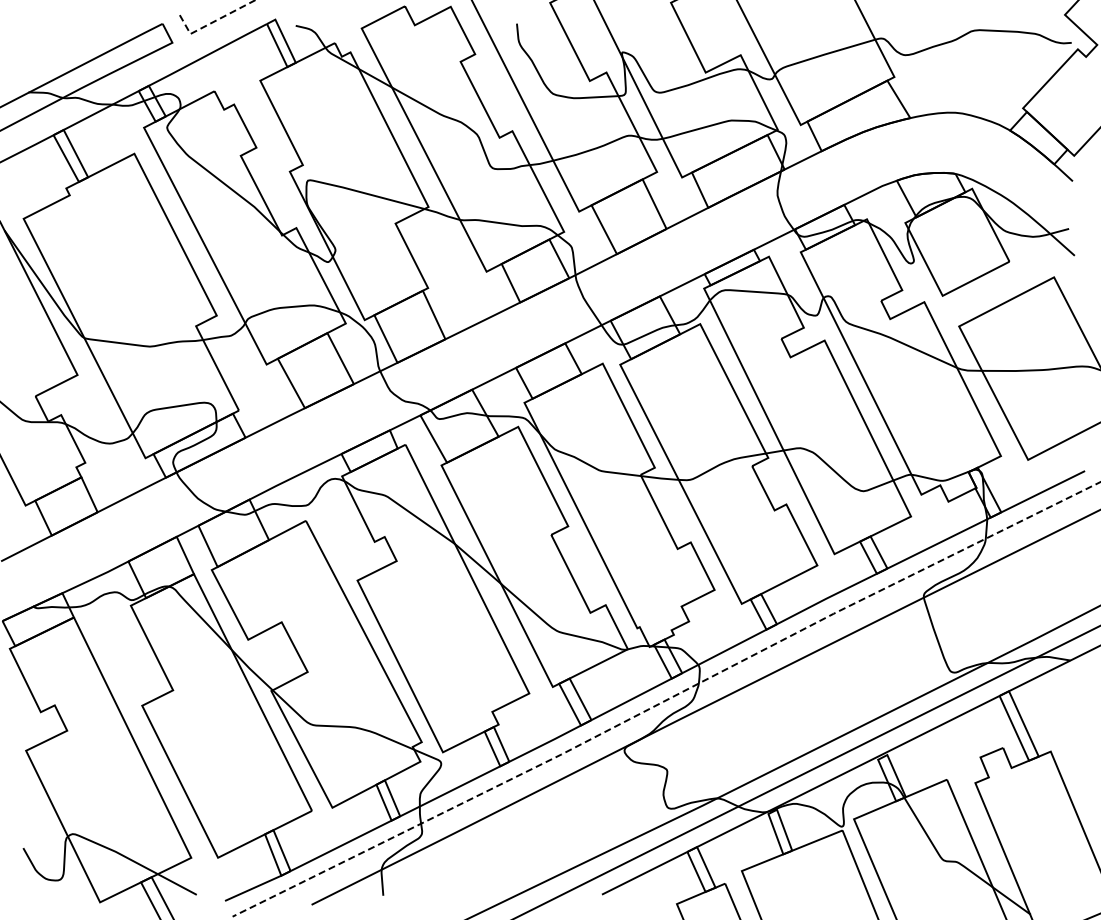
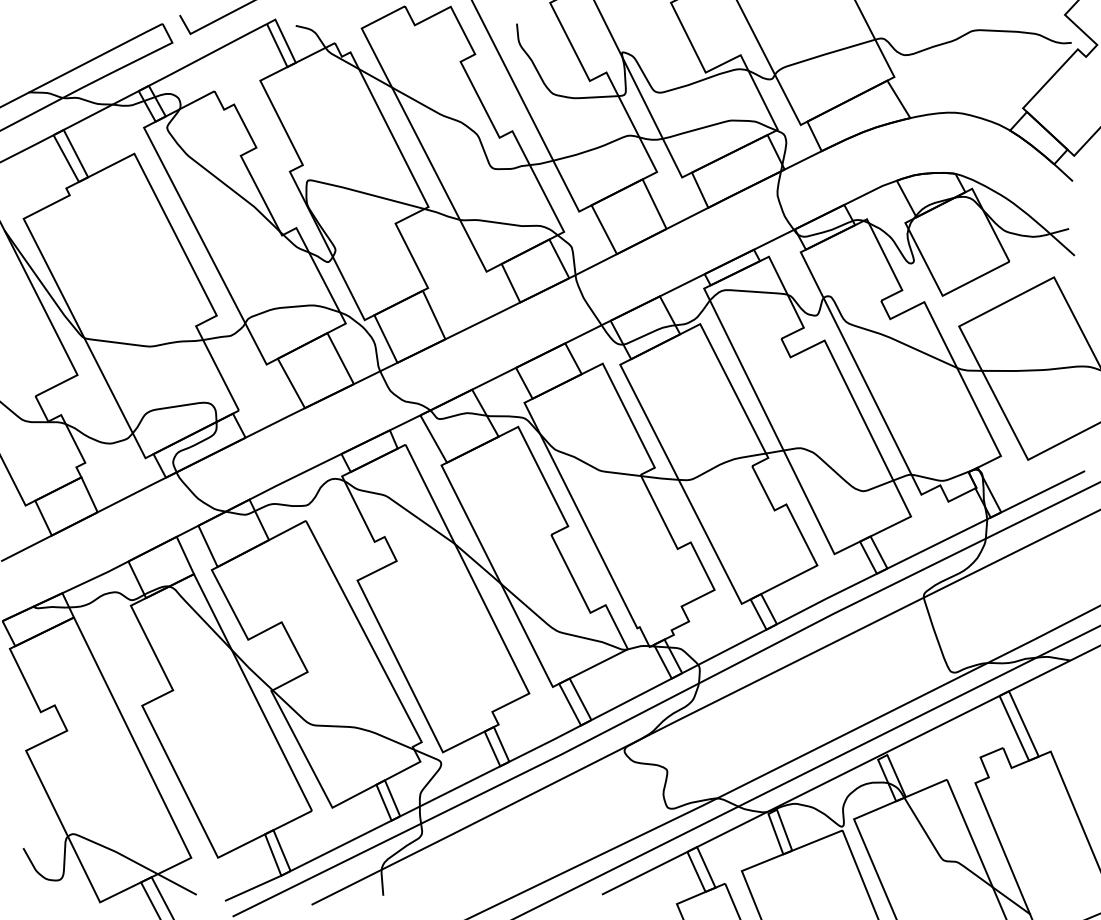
line at (213, 22): dashed -> solid
line at (667, 699): dashed -> solid
